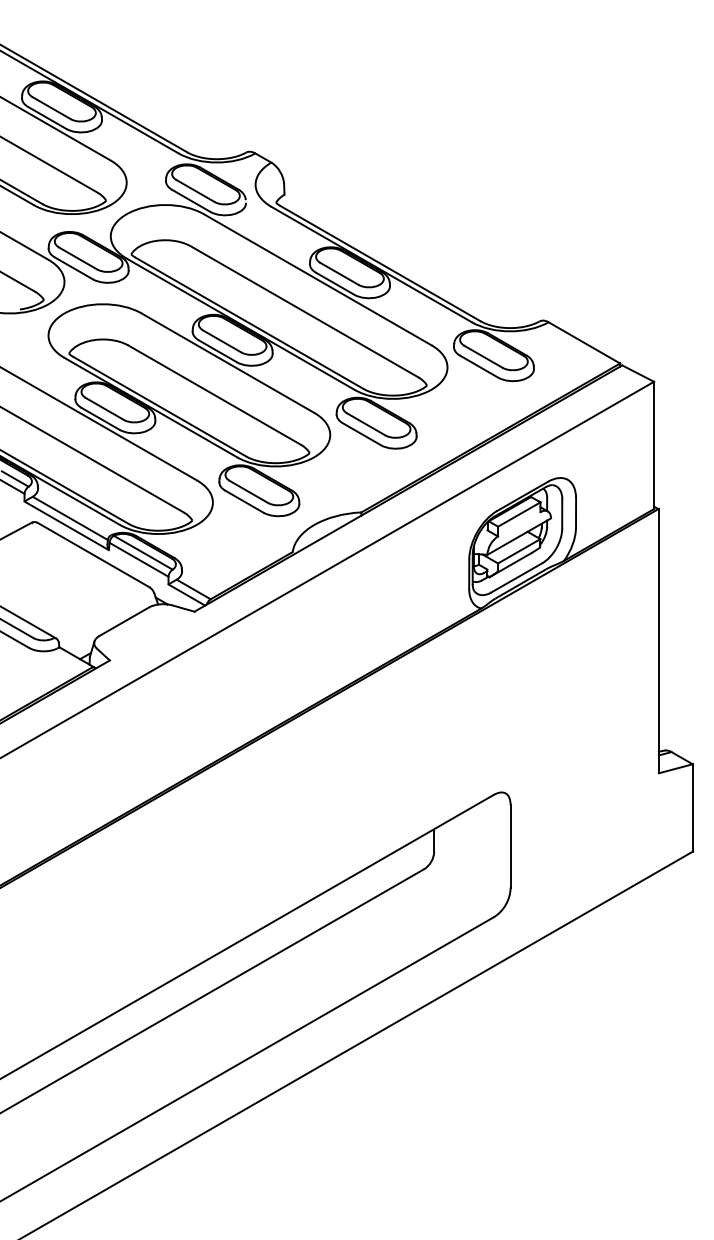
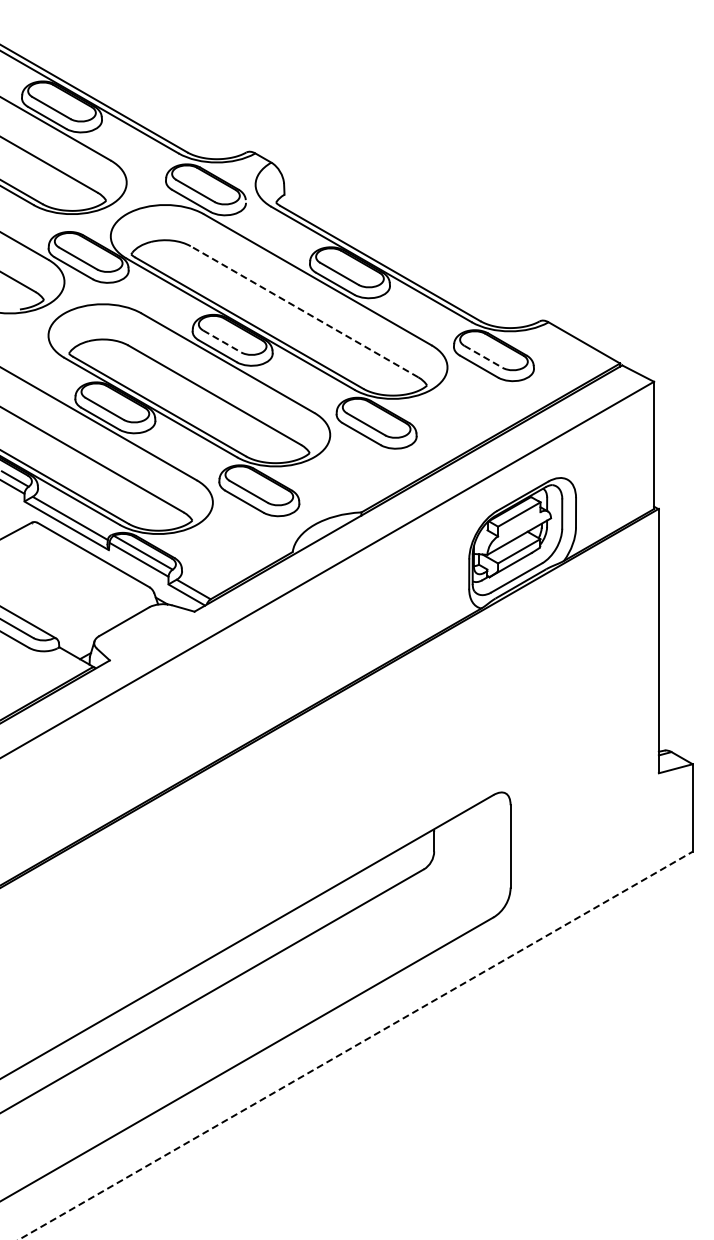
line at (304, 311): solid -> dashed
line at (222, 341): solid -> dashed
line at (483, 357): solid -> dashed
line at (355, 1045): solid -> dashed
